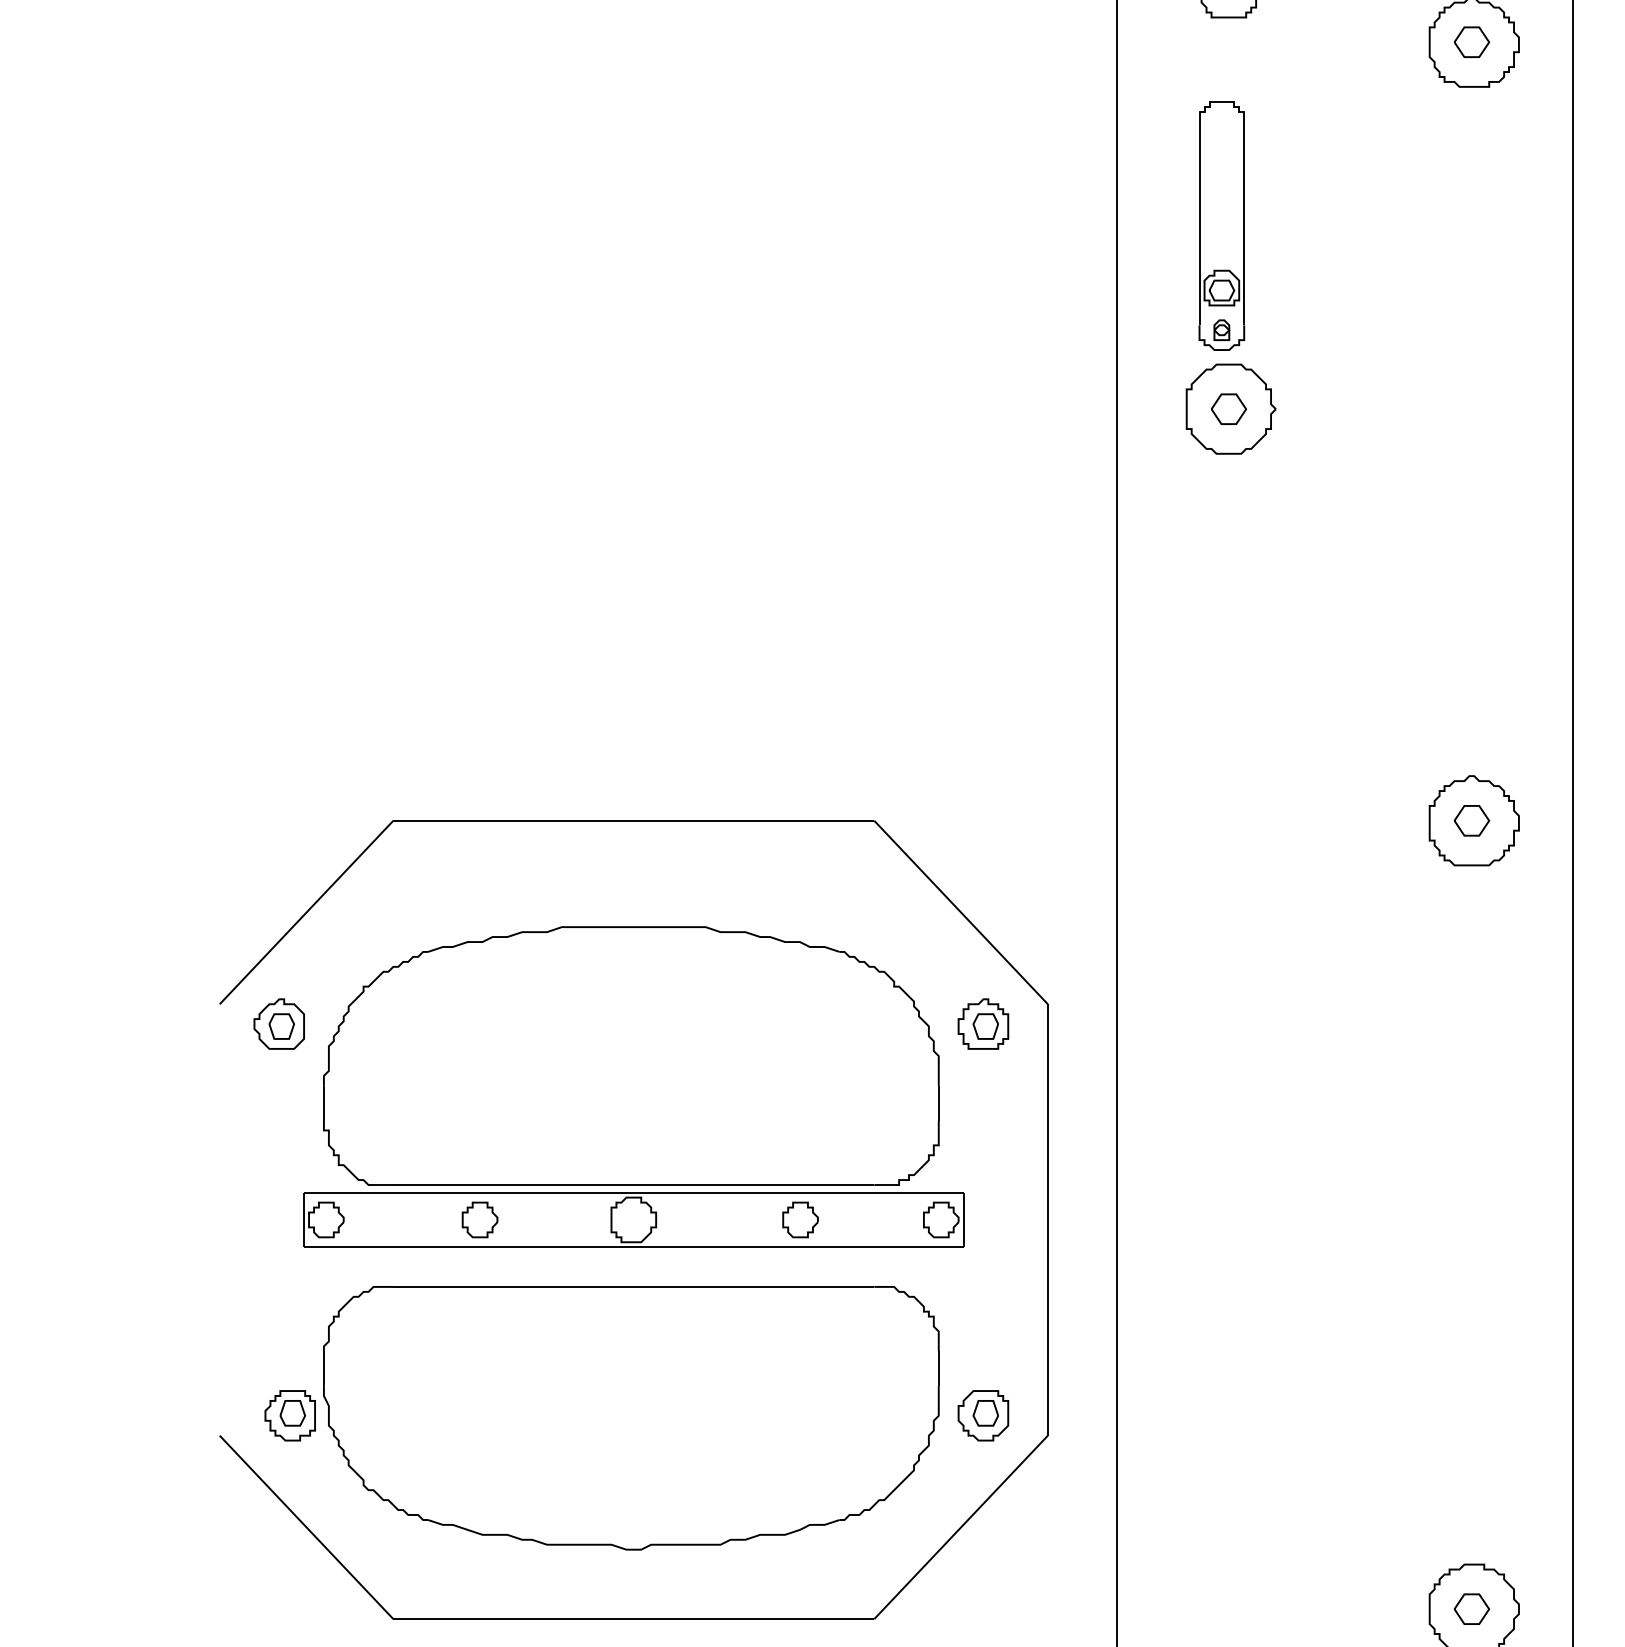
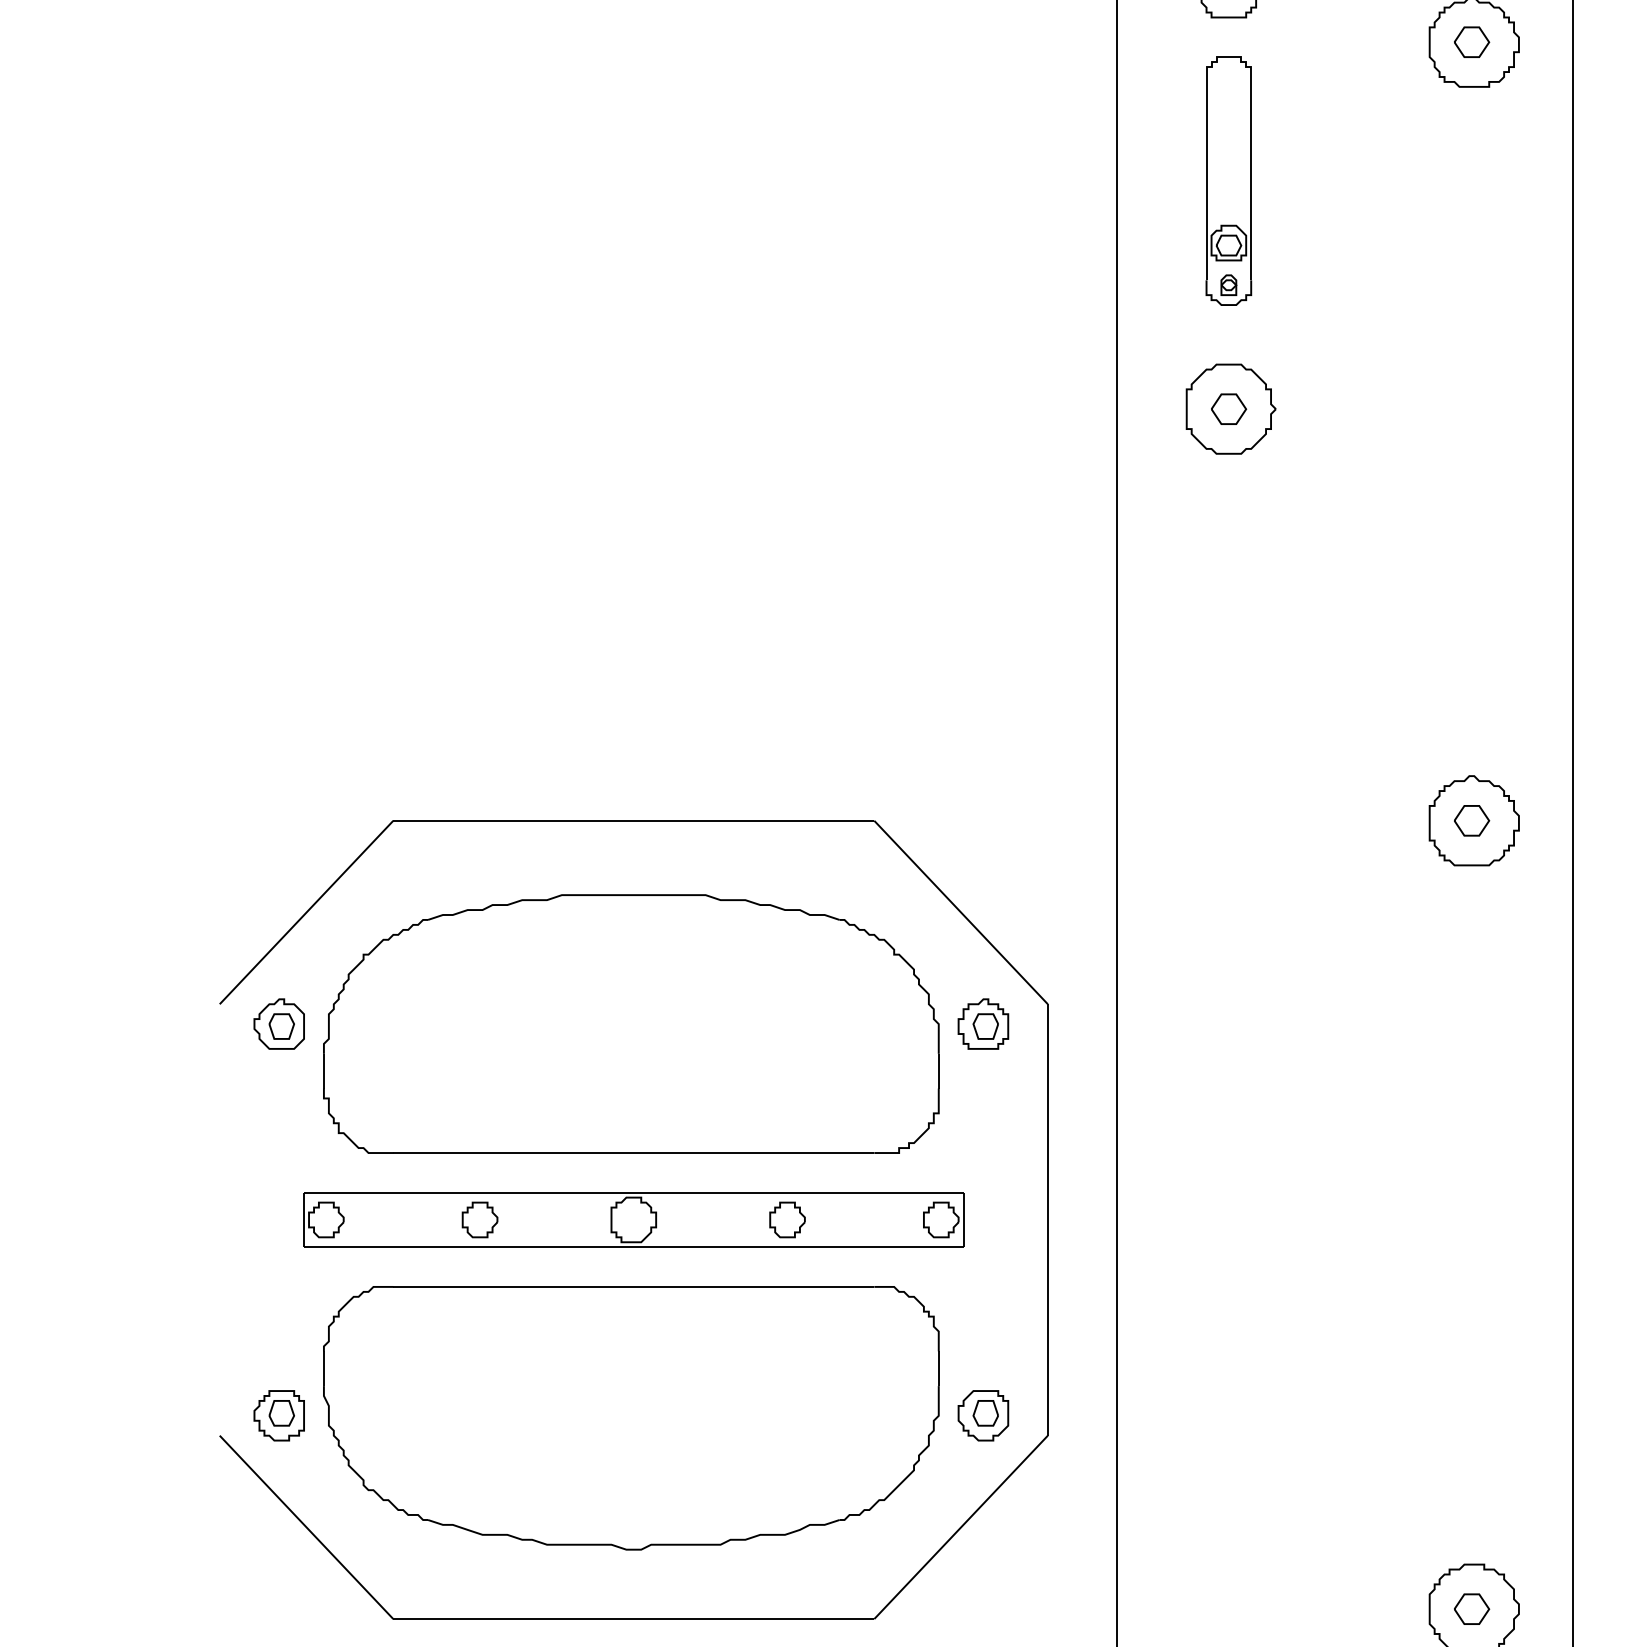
part at (1221, 225) position: (1221, 225) -> (1228, 180)
part at (631, 1055) position: (631, 1055) -> (631, 1023)
part at (800, 1219) position: (800, 1219) -> (787, 1219)
part at (289, 1415) position: (289, 1415) -> (278, 1415)
